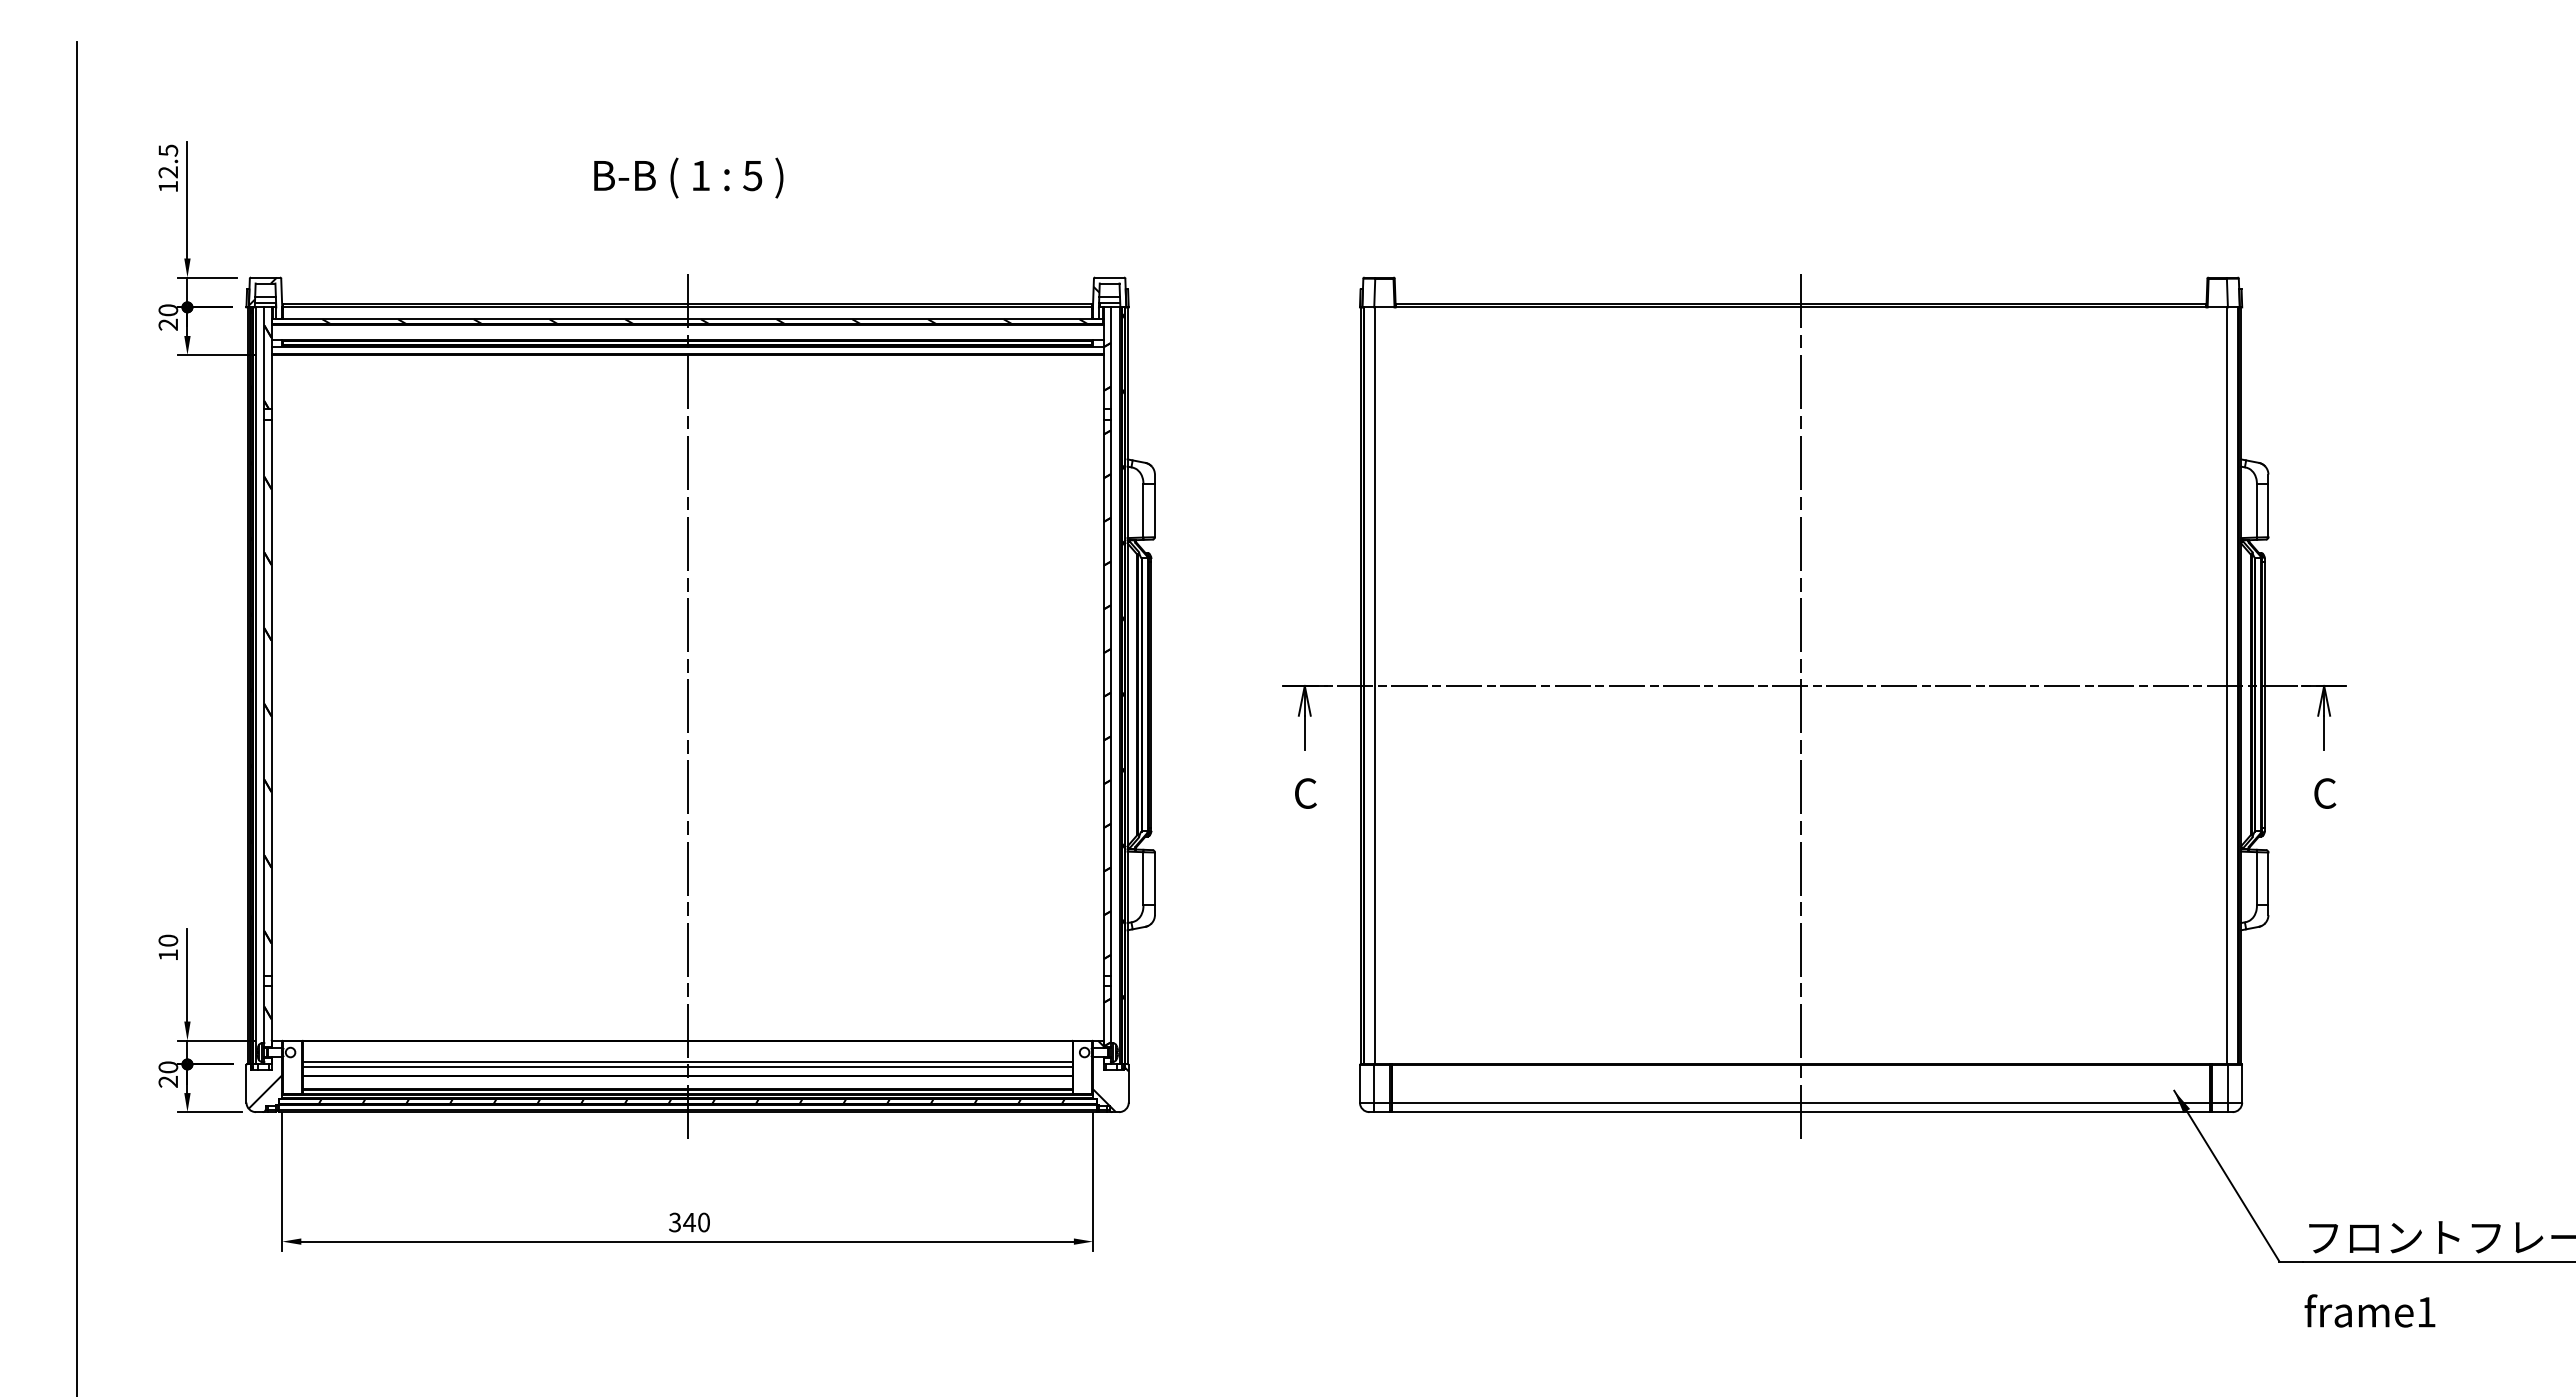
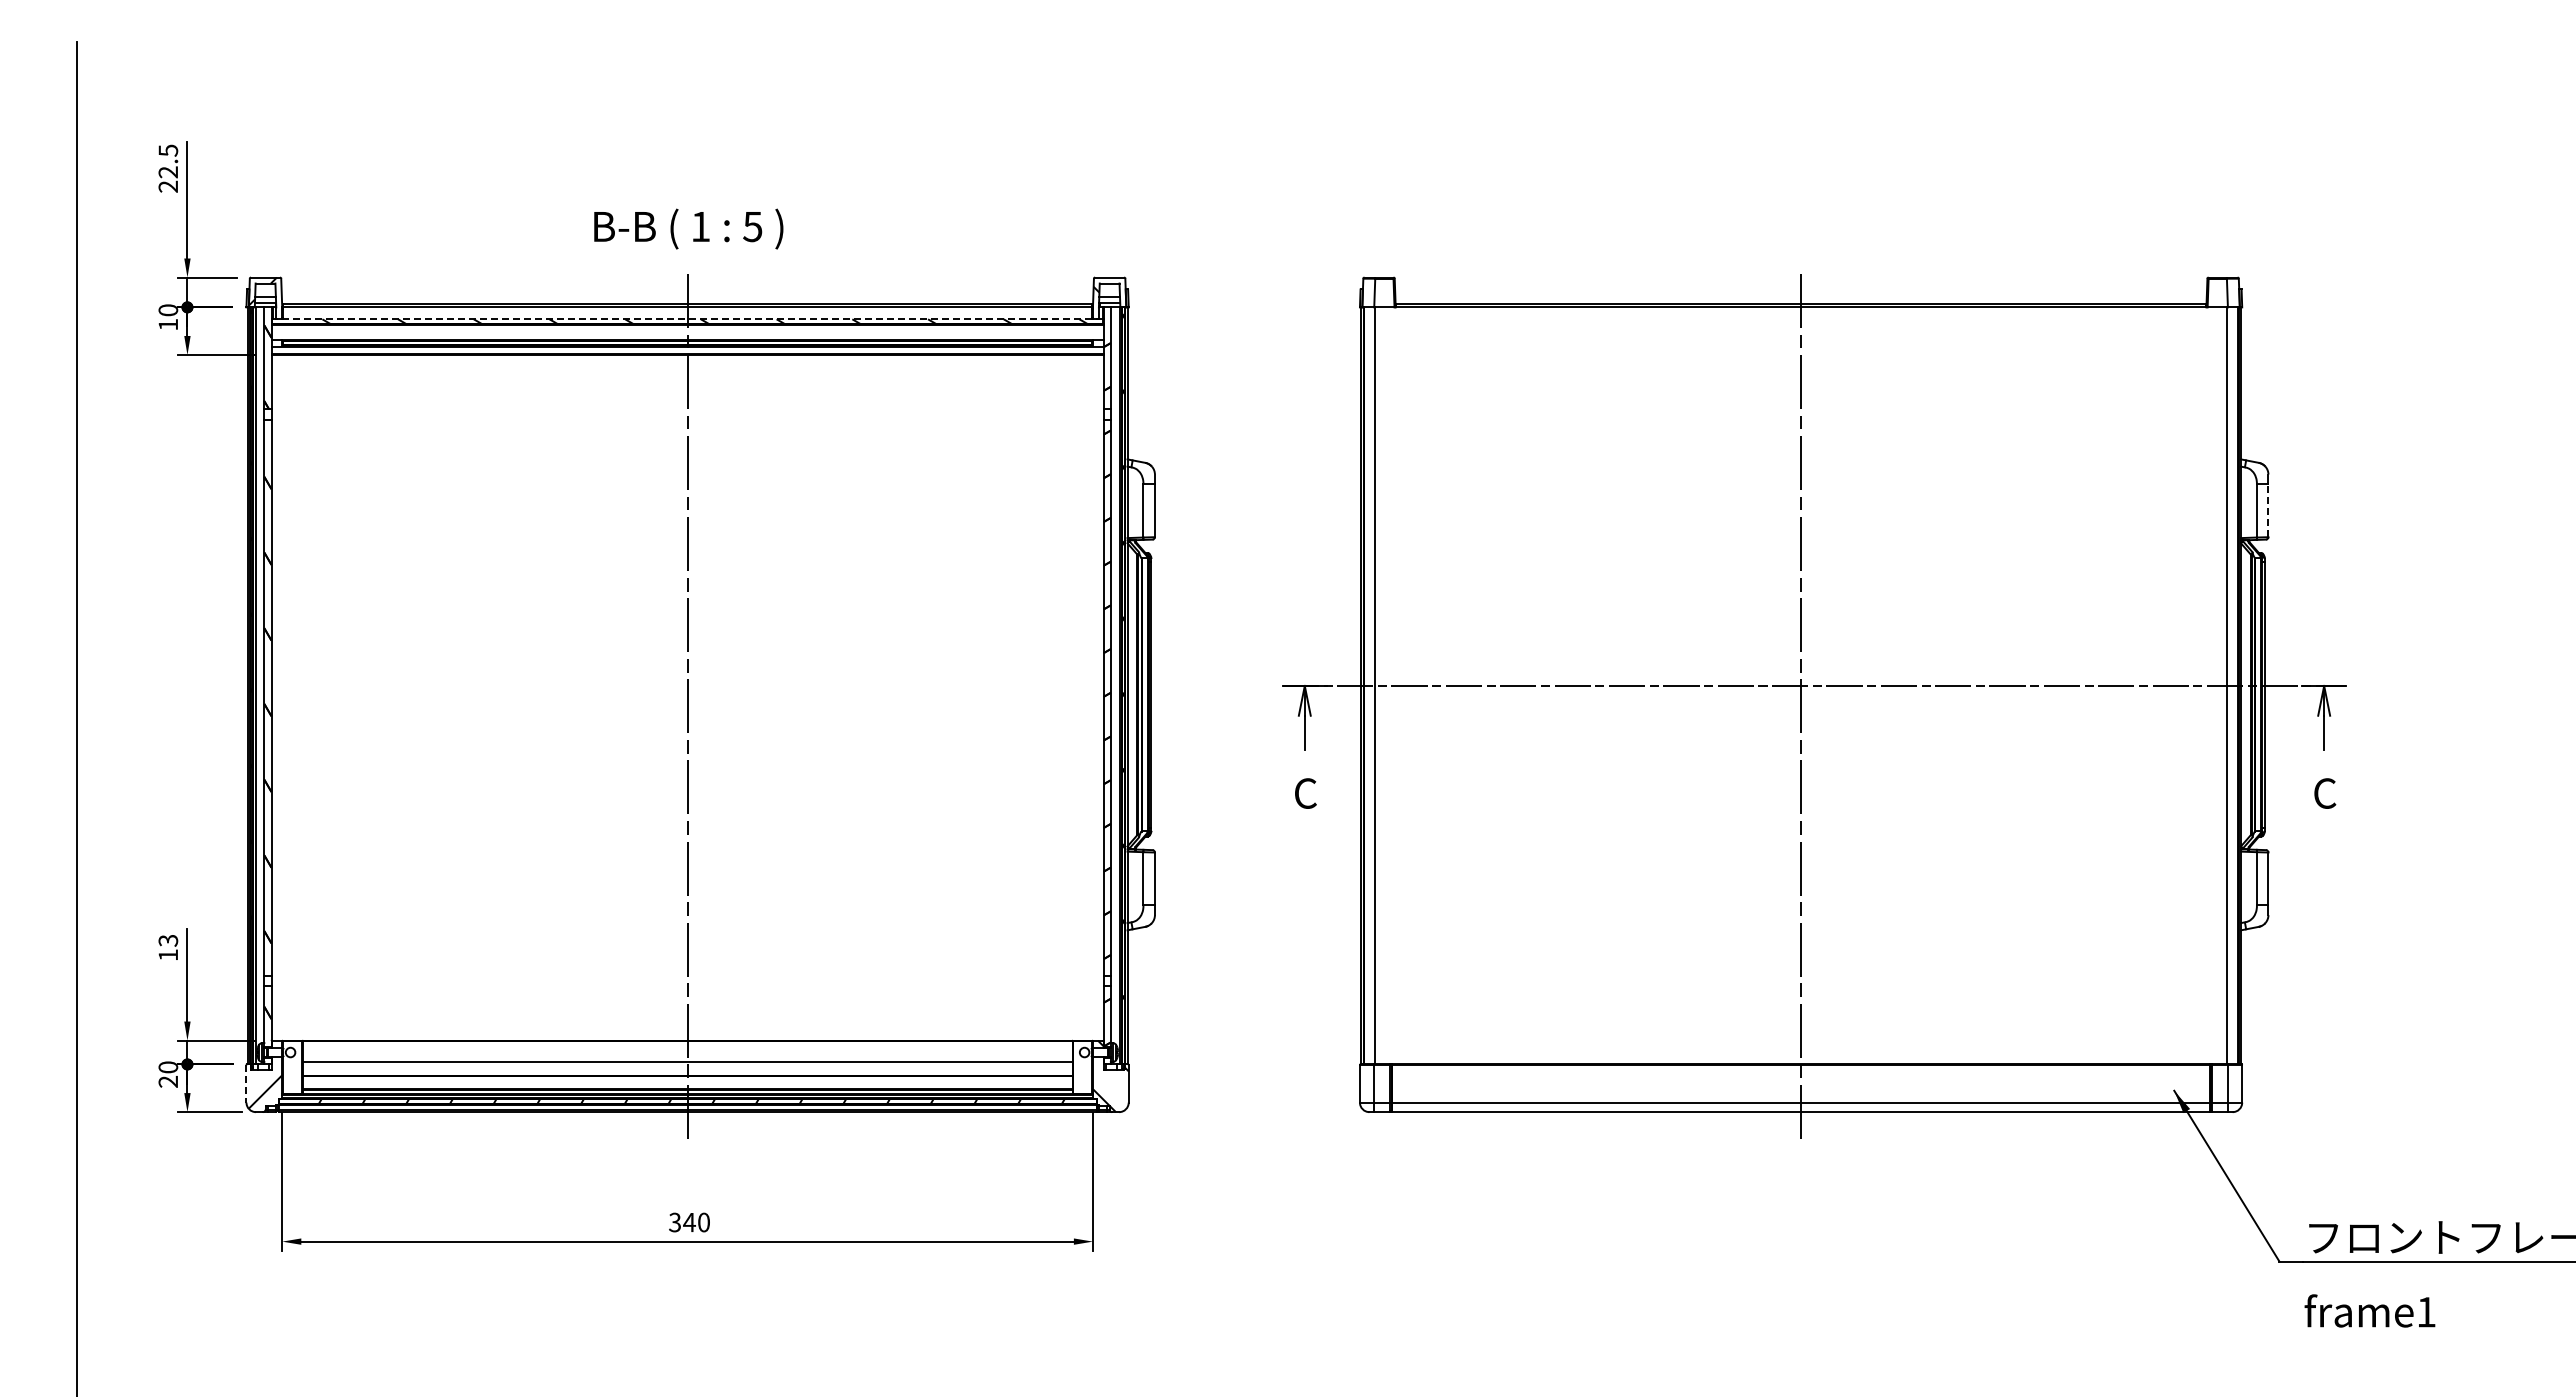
text at (688, 177) position: (688, 177) -> (688, 228)
text at (167, 186): 12.5 -> 22.5
line at (687, 319): solid -> dashed
text at (167, 324): 20 -> 10
line at (2268, 510): solid -> dashed
text at (168, 940): 10 -> 13
line at (687, 1066): present -> none
line at (246, 1083): solid -> dashed
